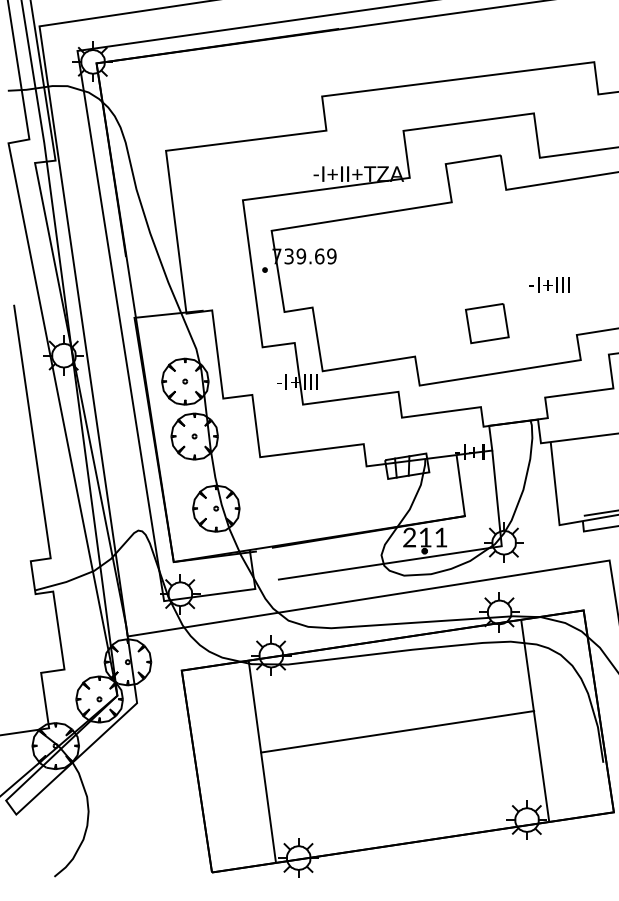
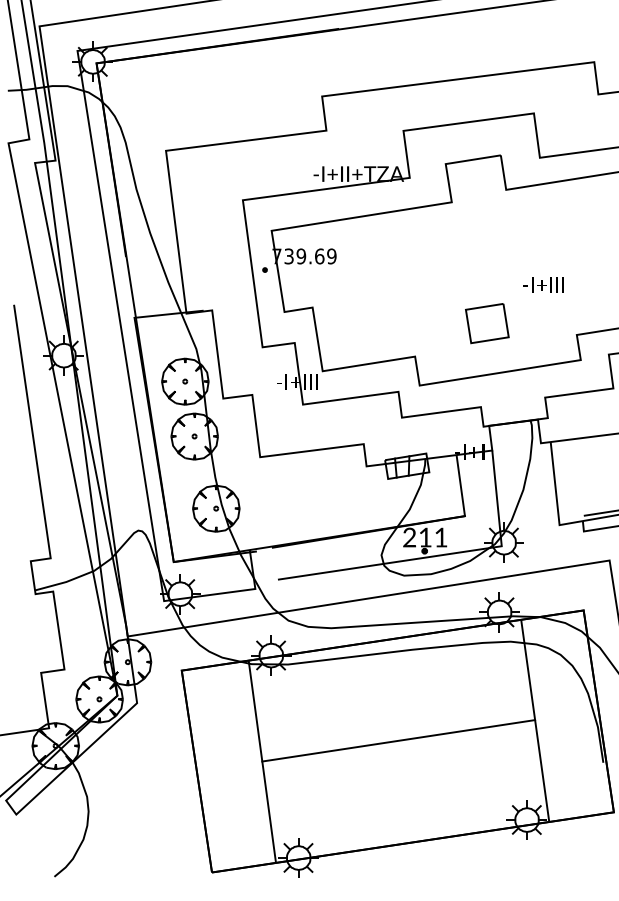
text at (549, 284) position: (549, 284) -> (543, 284)
line at (397, 731) position: (397, 731) -> (398, 740)
